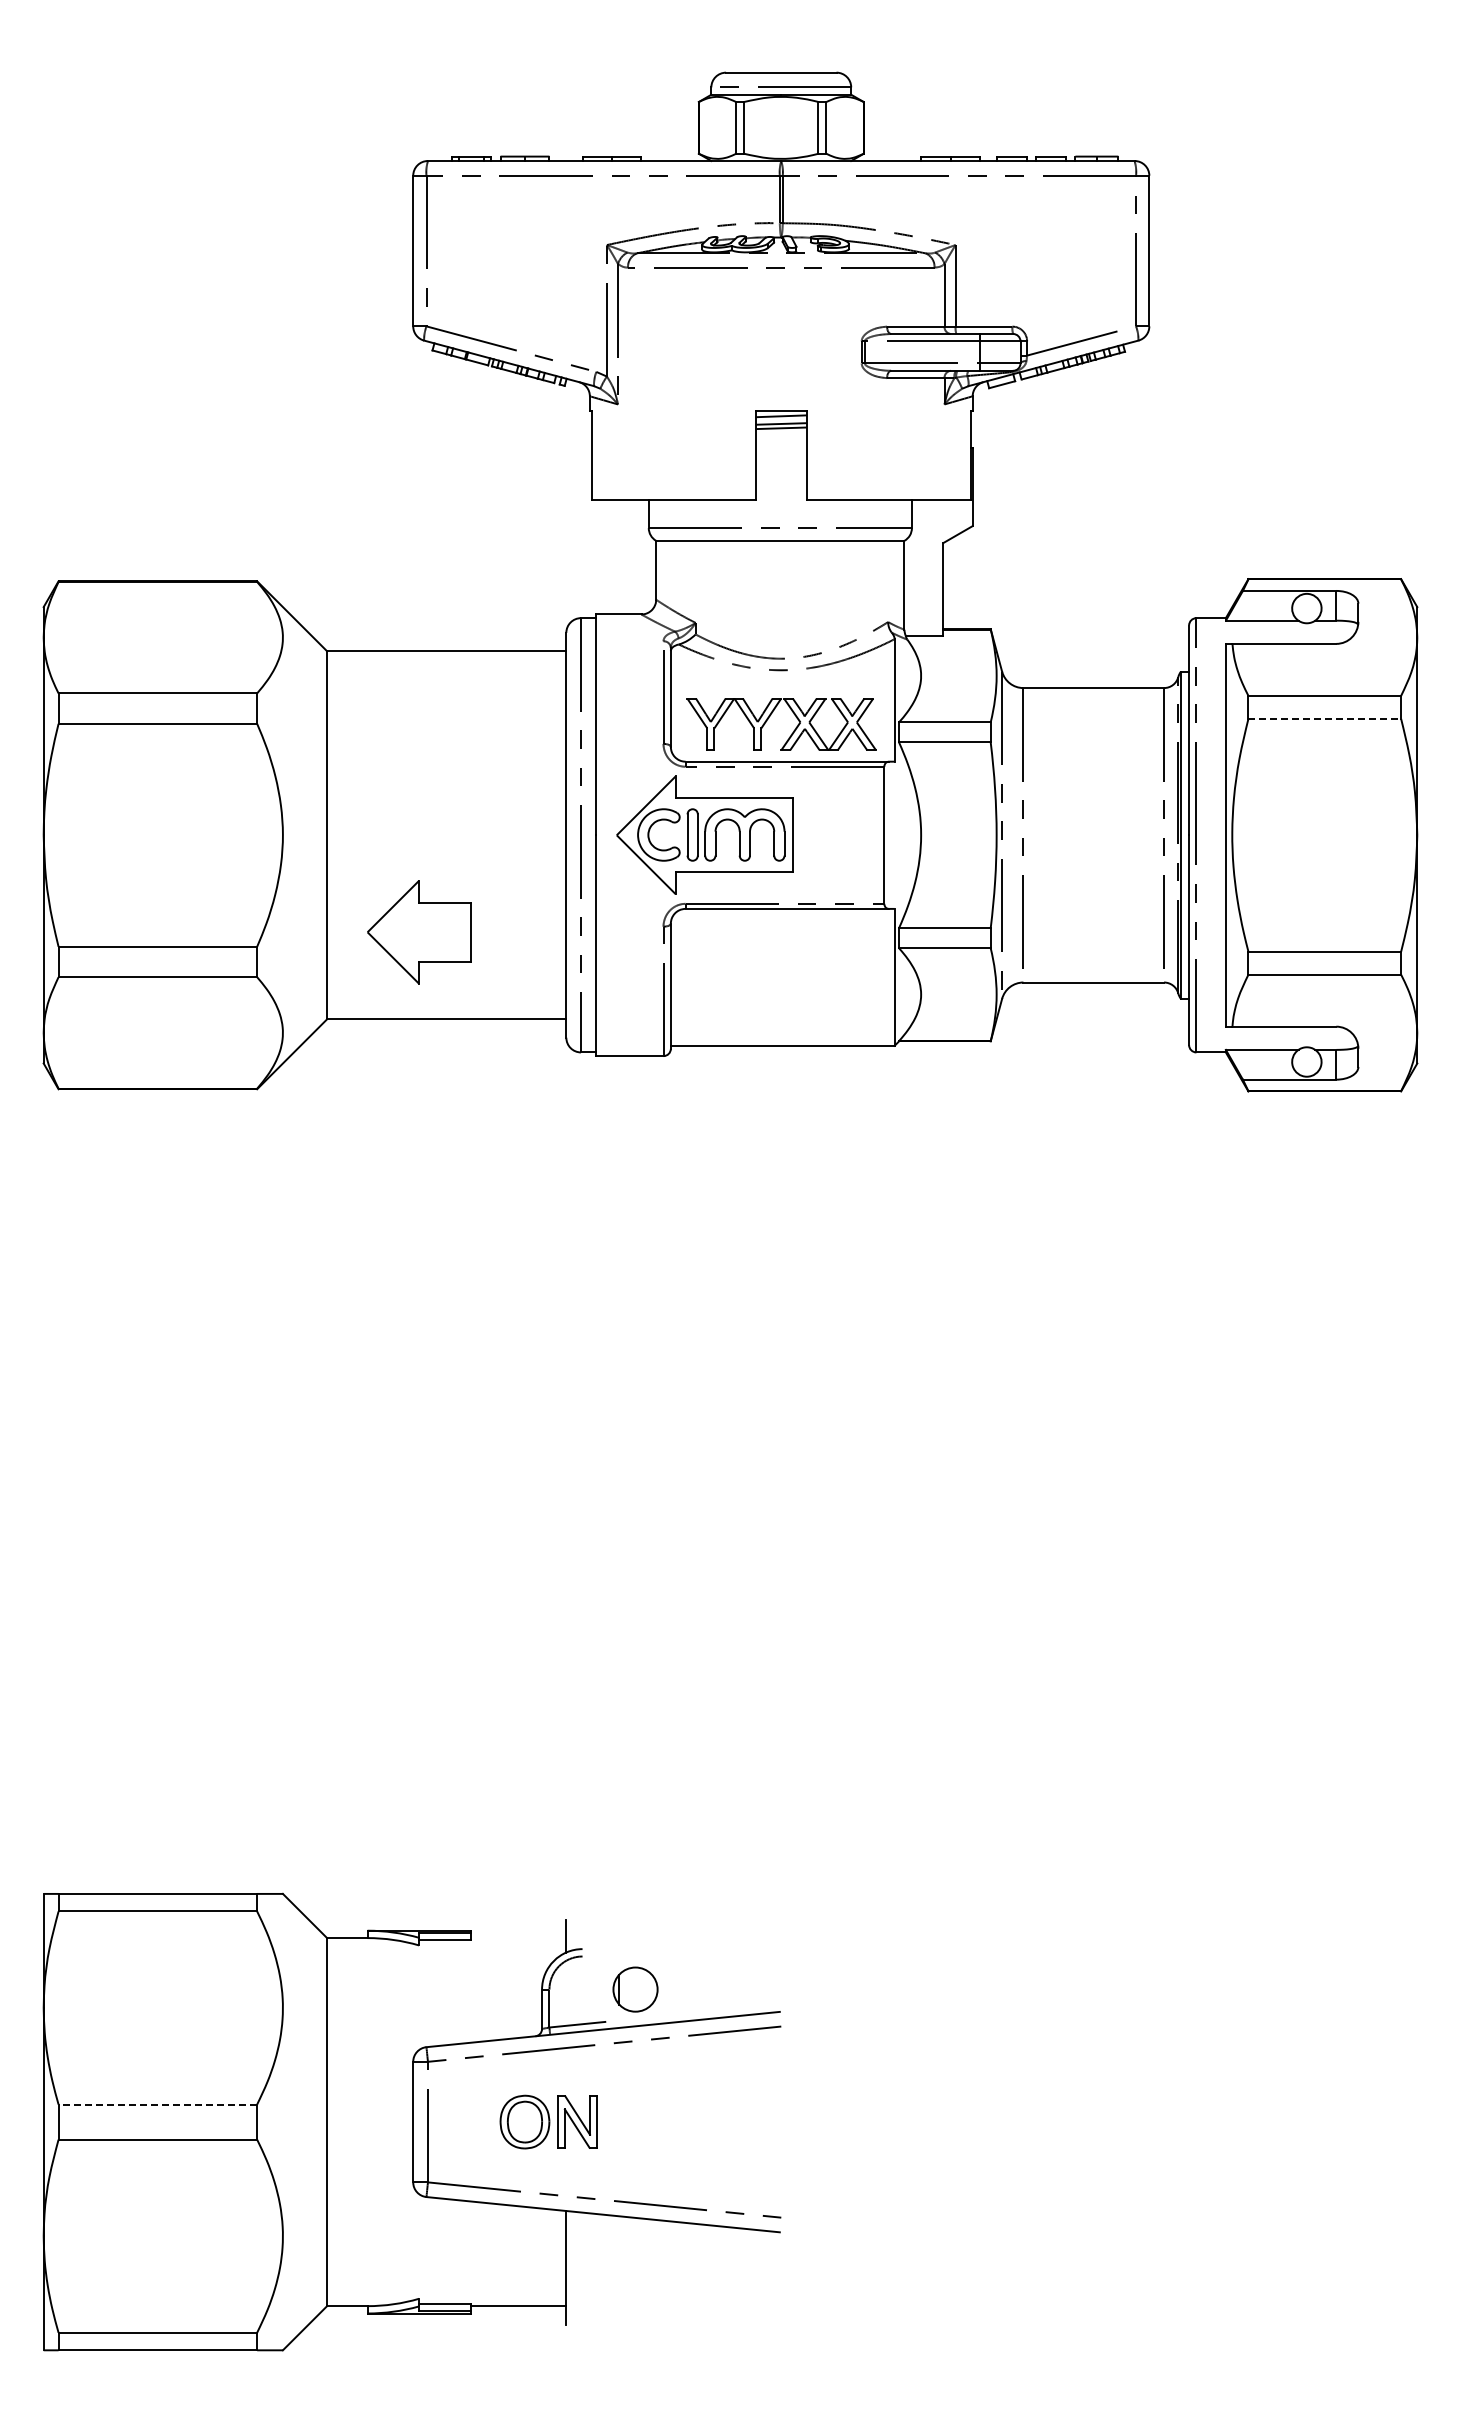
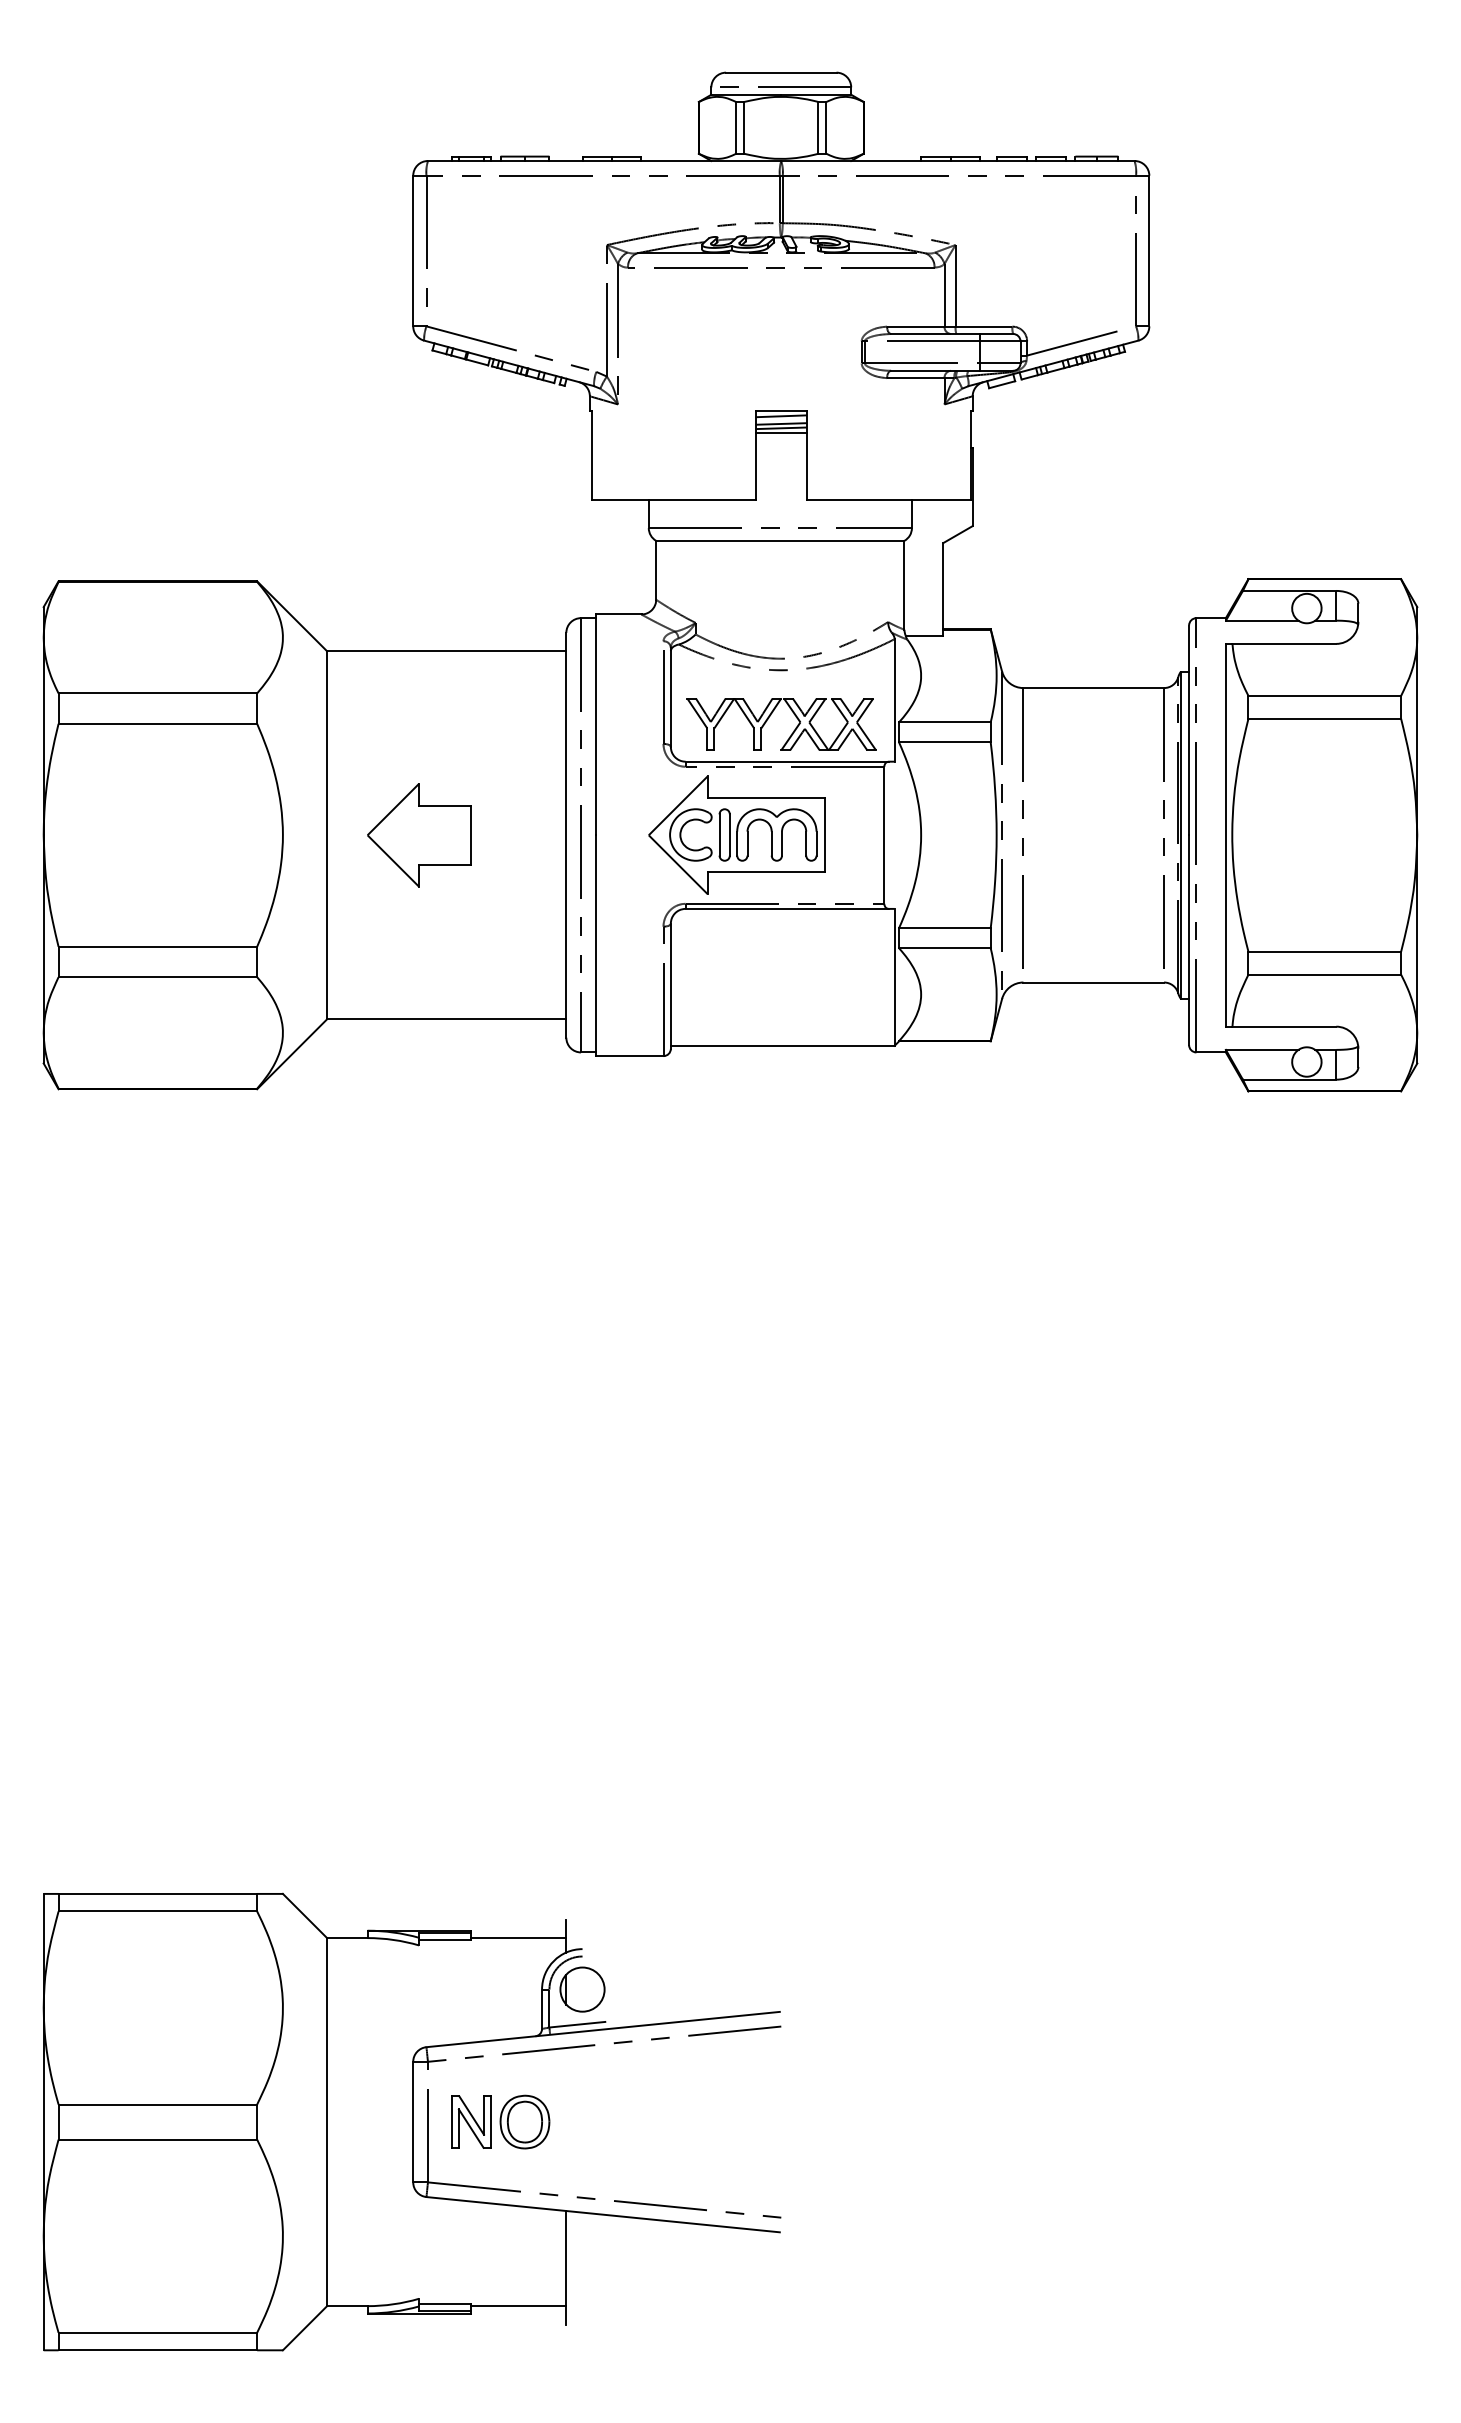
line at (781, 433): none -> present
line at (1325, 718): dashed -> solid
part at (704, 834) position: (704, 834) -> (736, 834)
part at (419, 932) position: (419, 932) -> (419, 835)
line at (518, 1938): none -> present
part at (635, 1989) position: (635, 1989) -> (582, 1989)
line at (157, 2104): dashed -> solid
part at (577, 2121) position: (577, 2121) -> (471, 2121)
